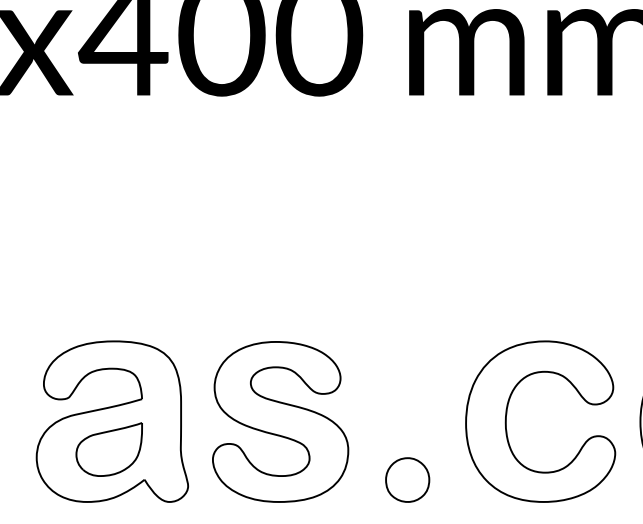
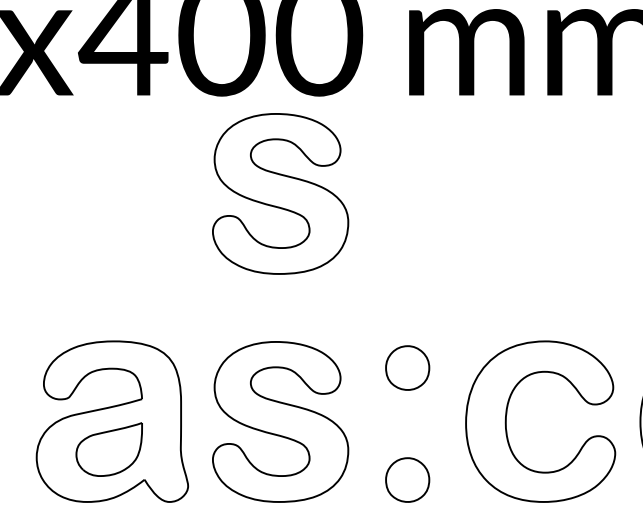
part at (280, 193): none -> present
part at (407, 367): none -> present
